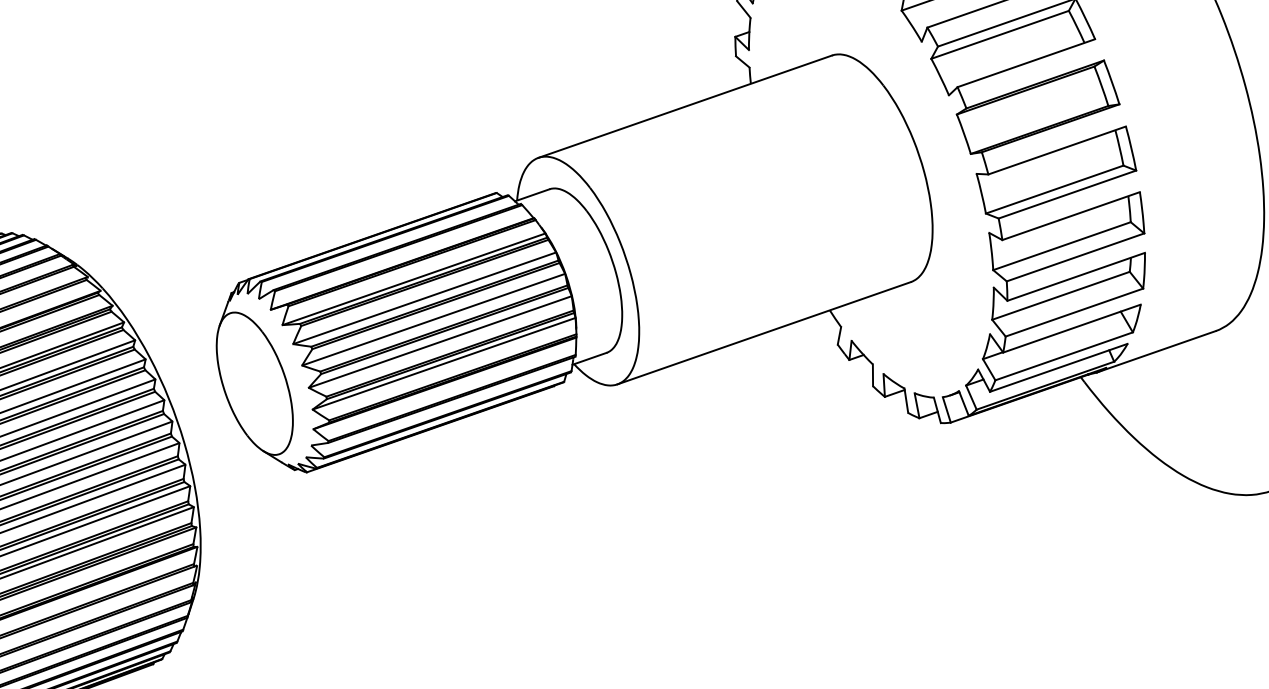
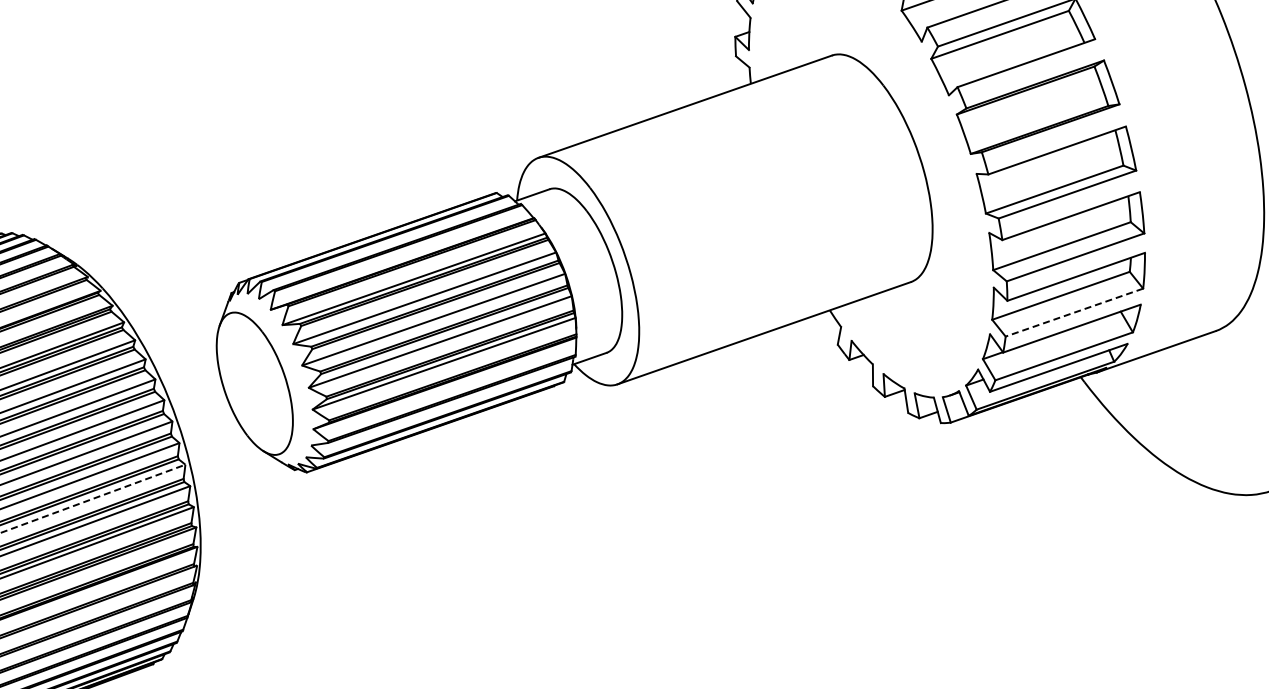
line at (1074, 312): solid -> dashed
line at (93, 498): solid -> dashed
